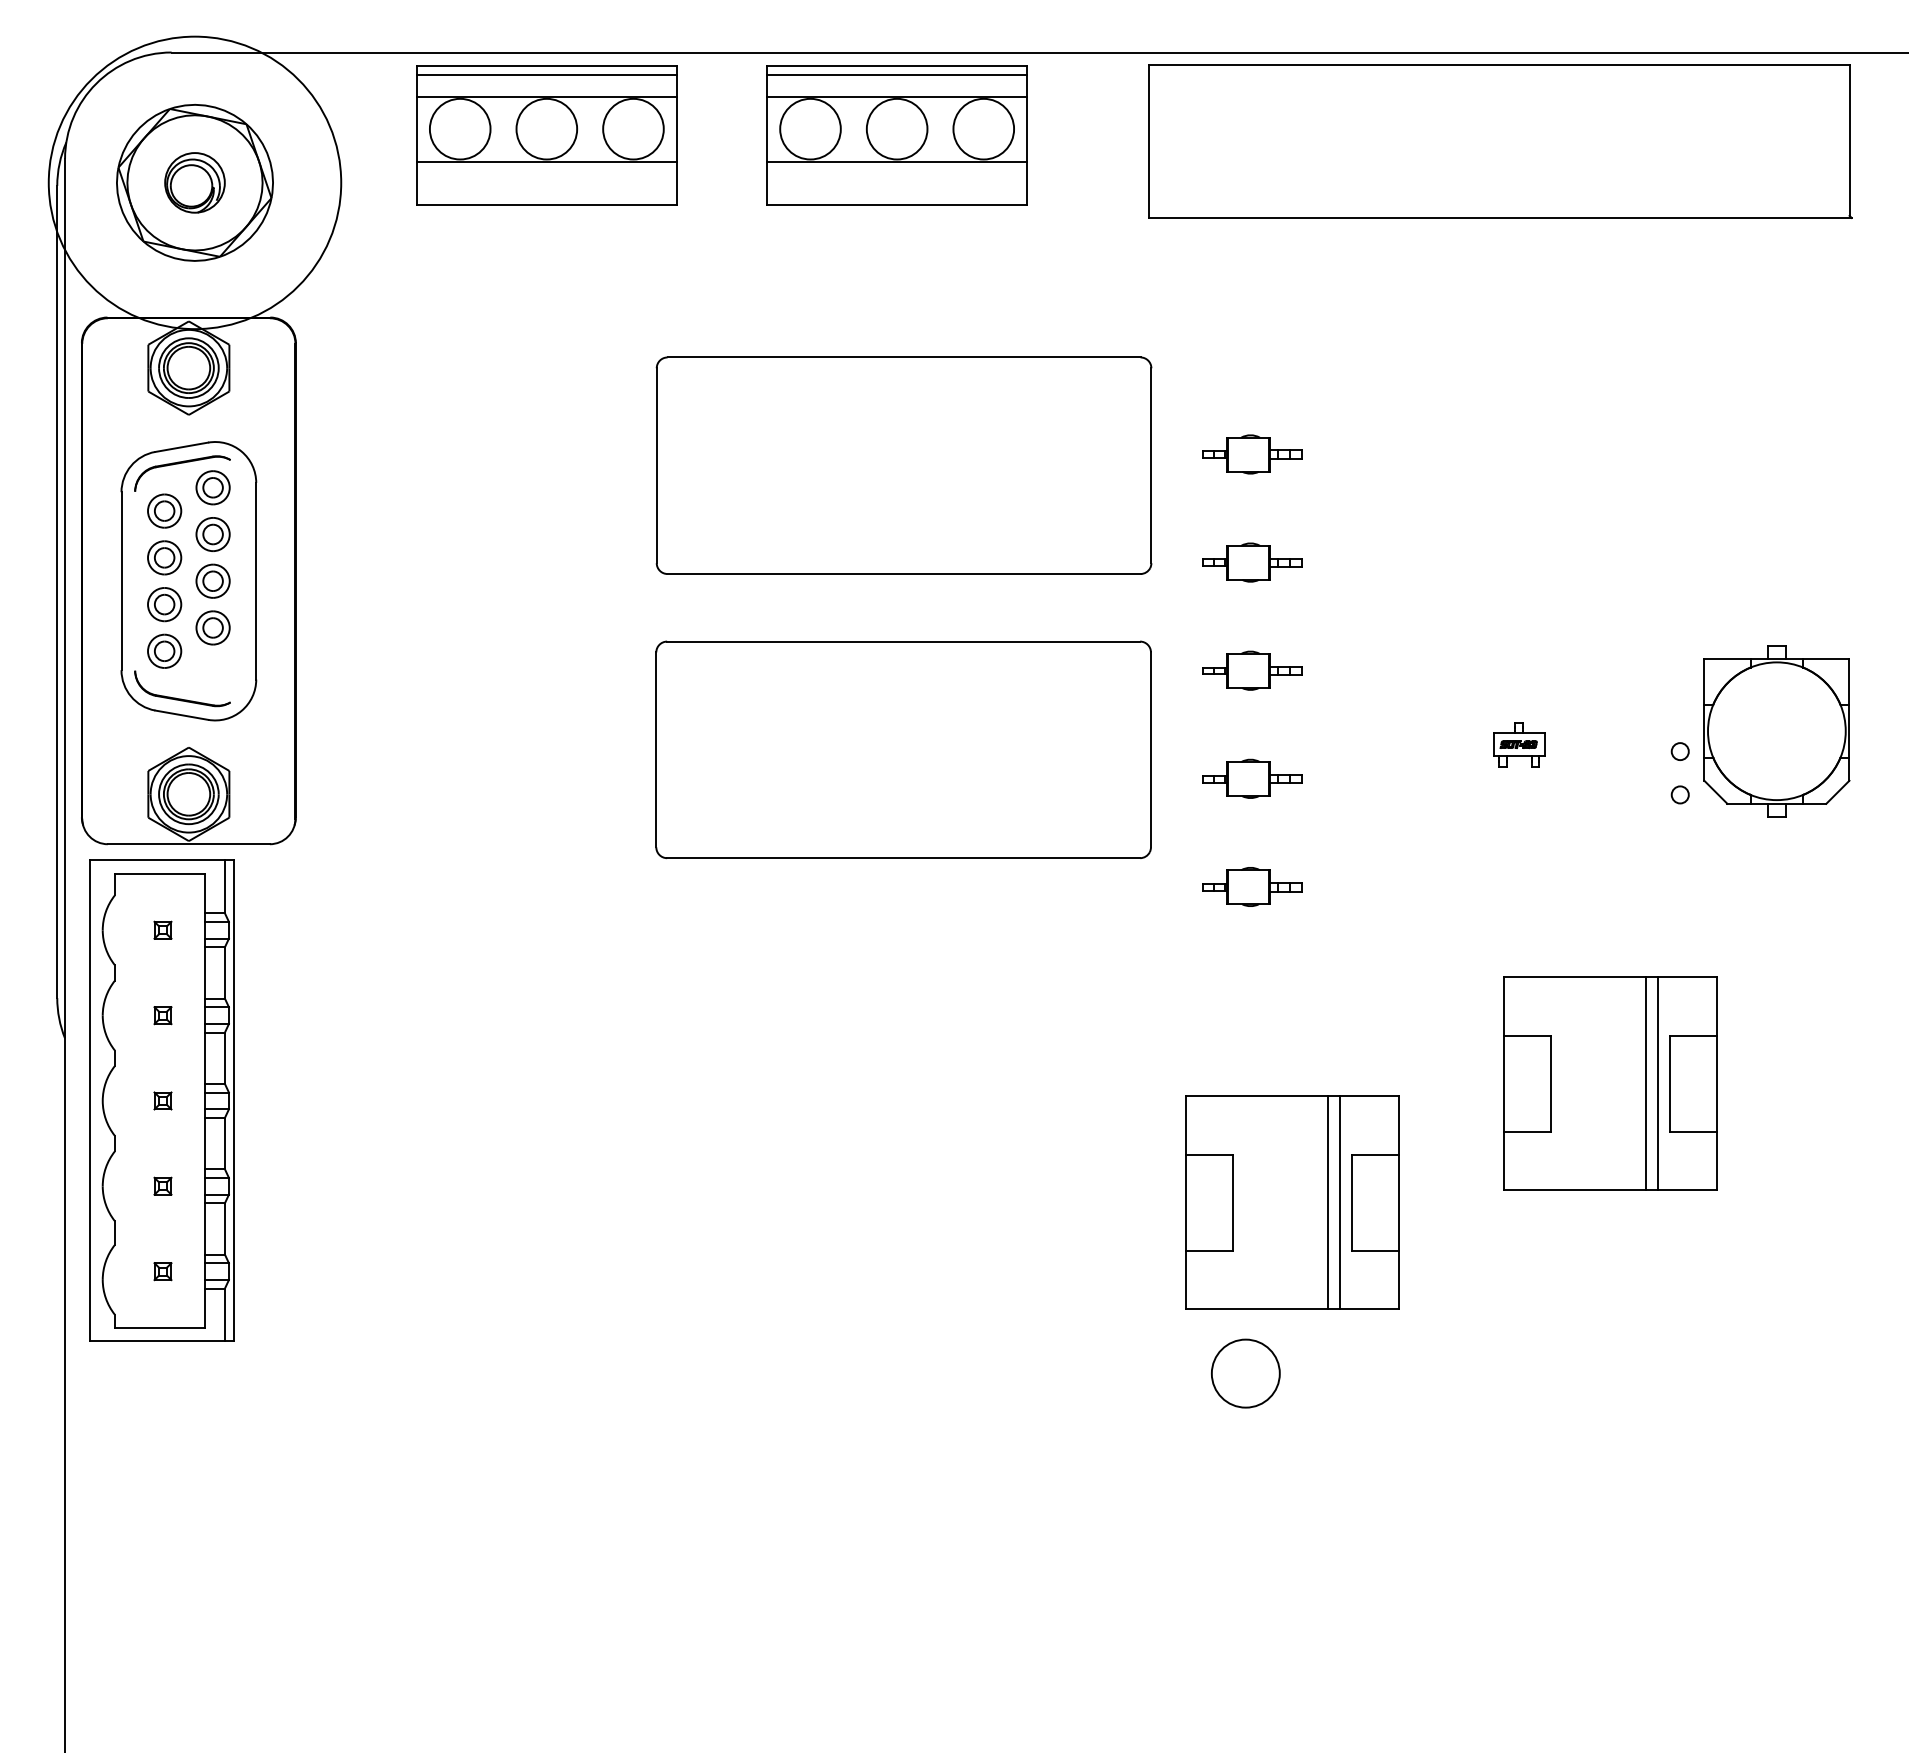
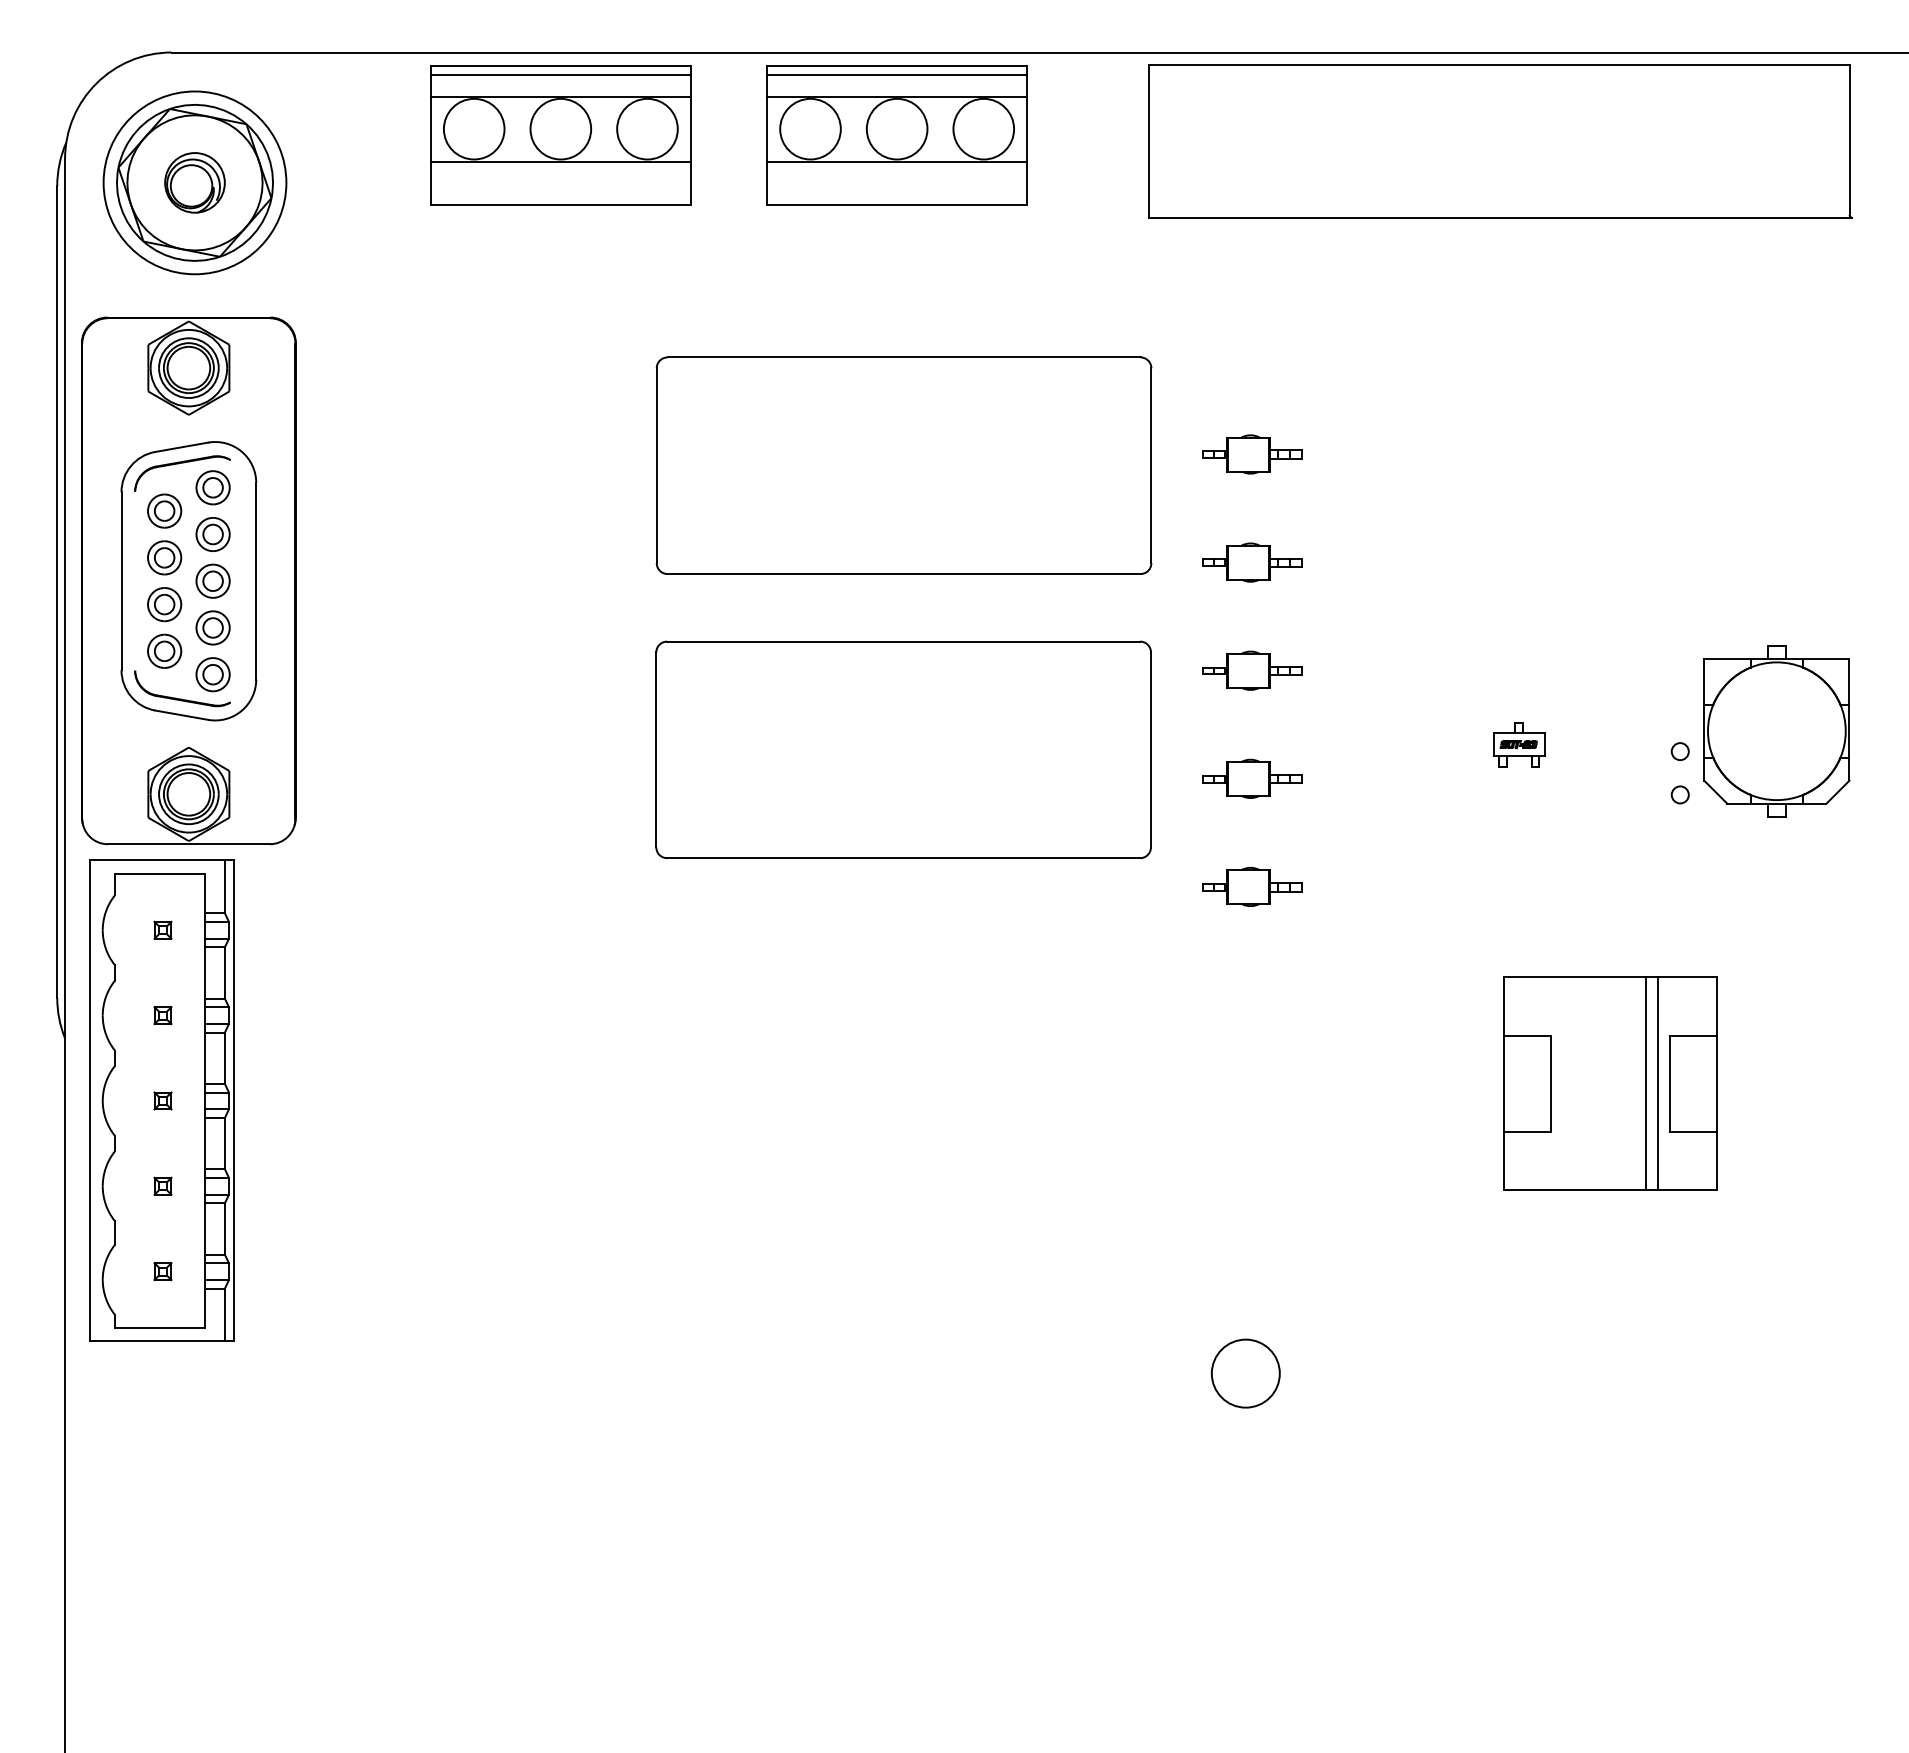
part at (546, 135) position: (546, 135) -> (560, 135)
circle at (194, 182) diameter: 292 px -> 183 px
part at (212, 674): none -> present
part at (1292, 1202): present -> none
